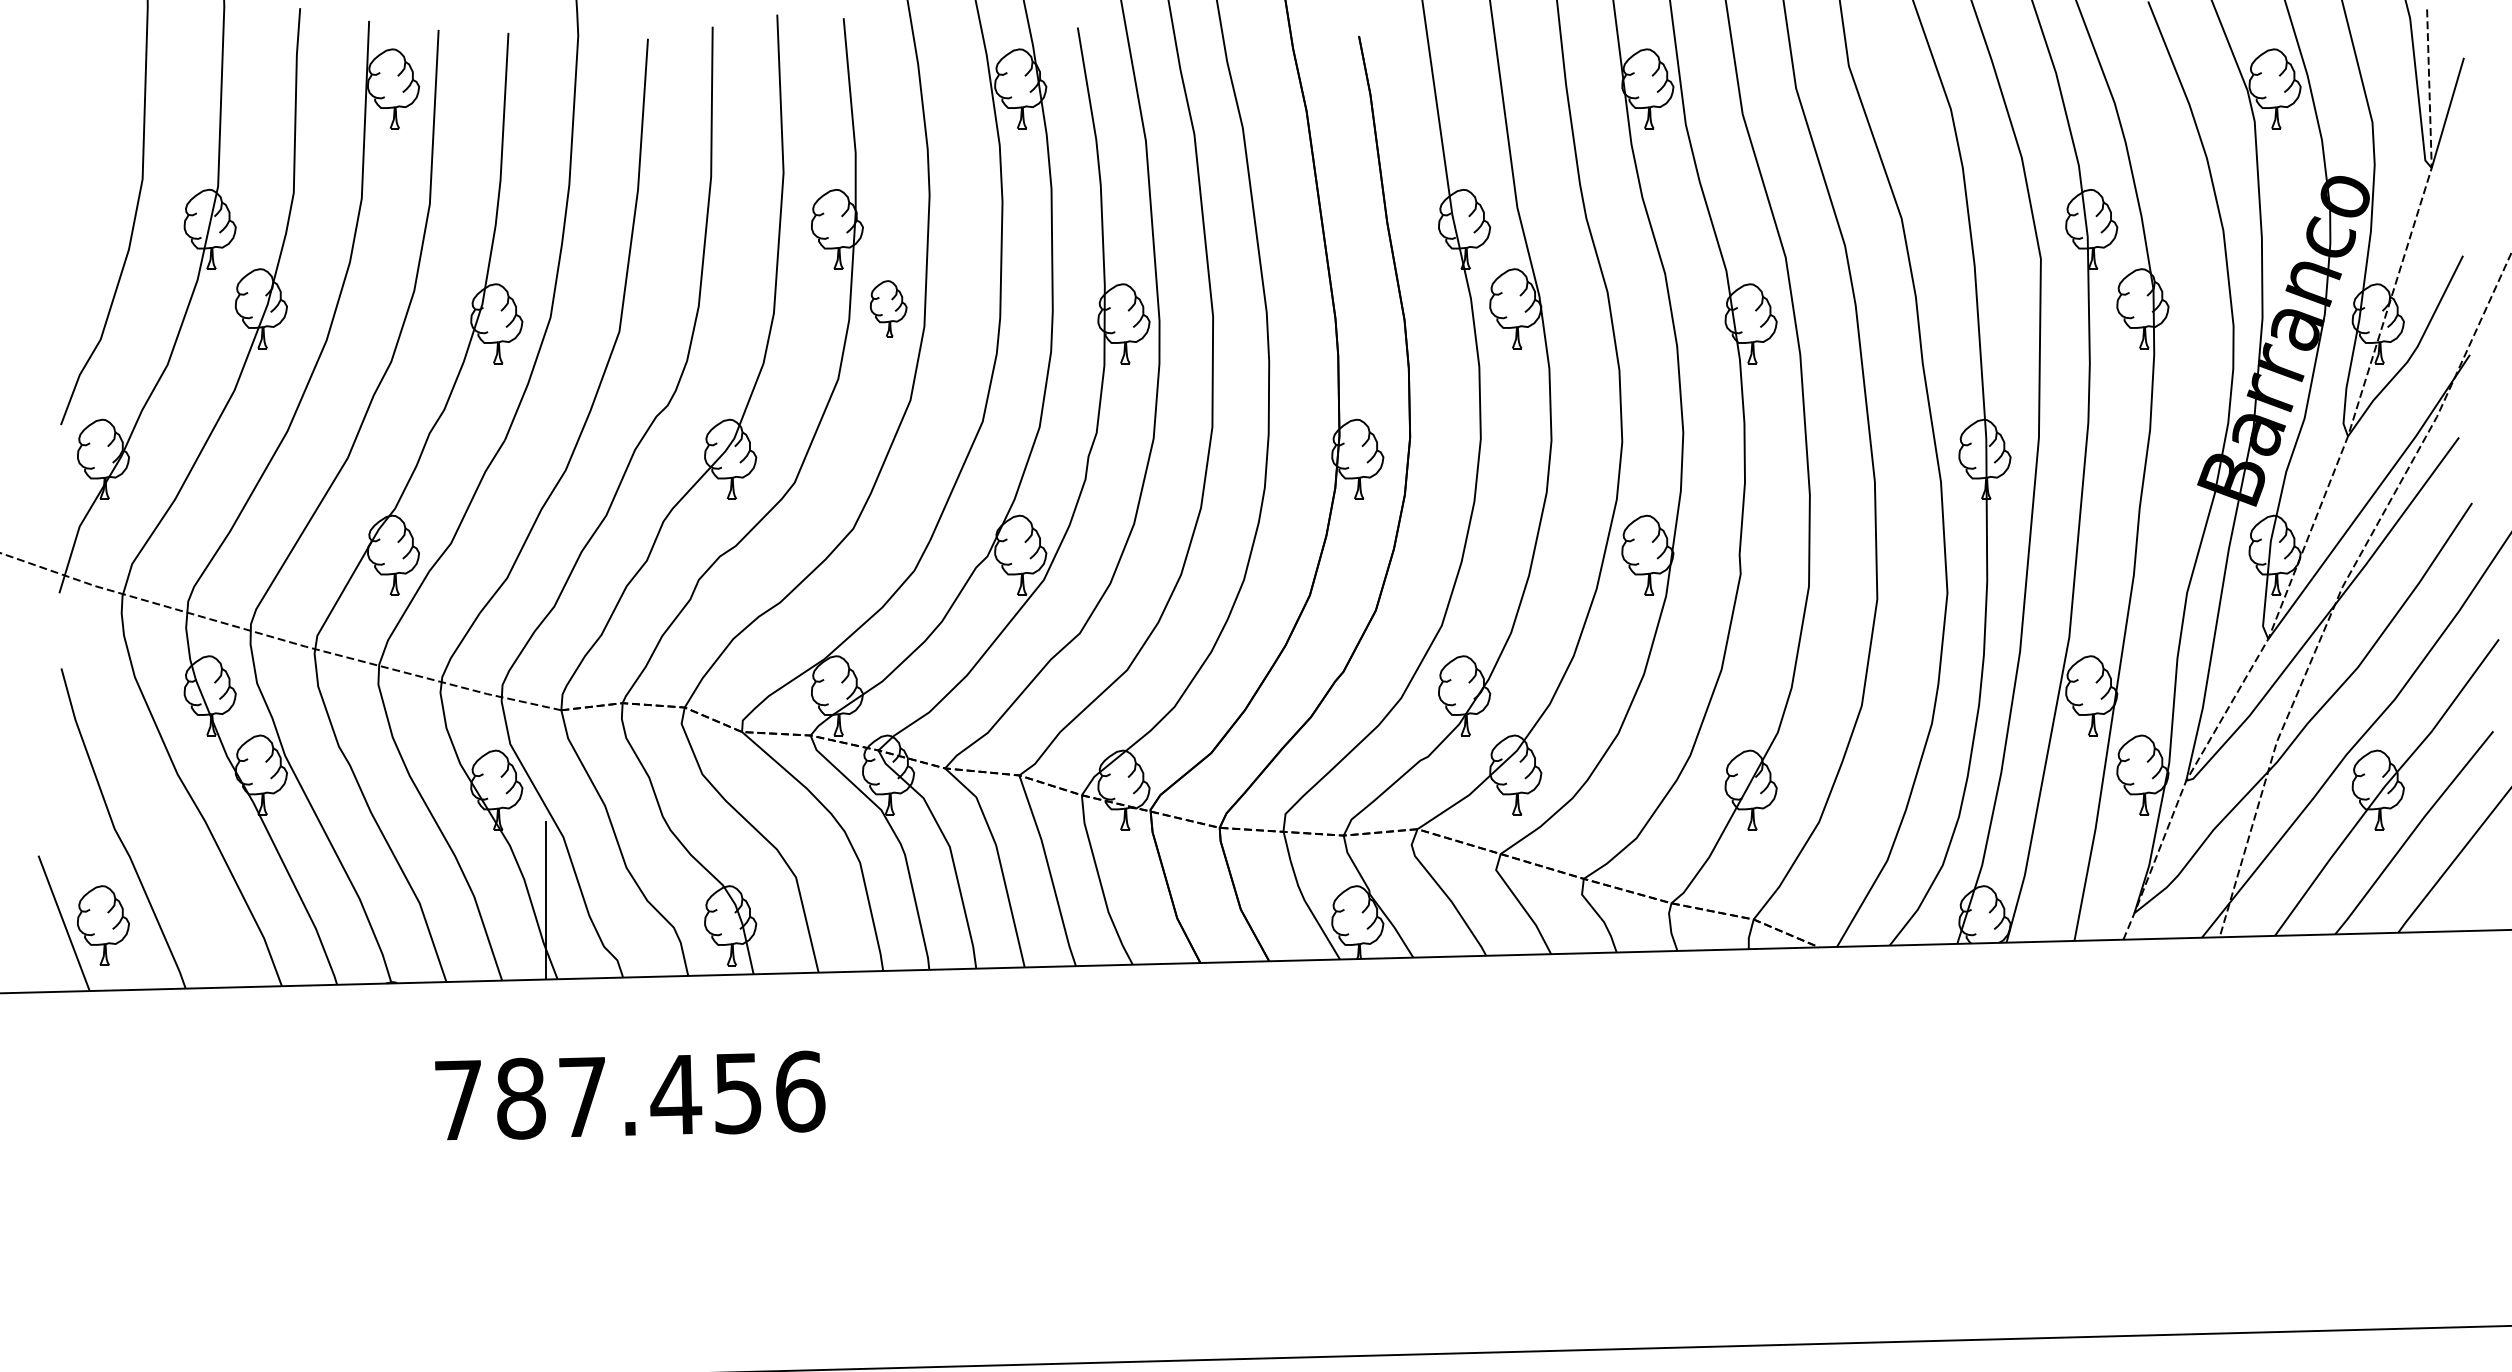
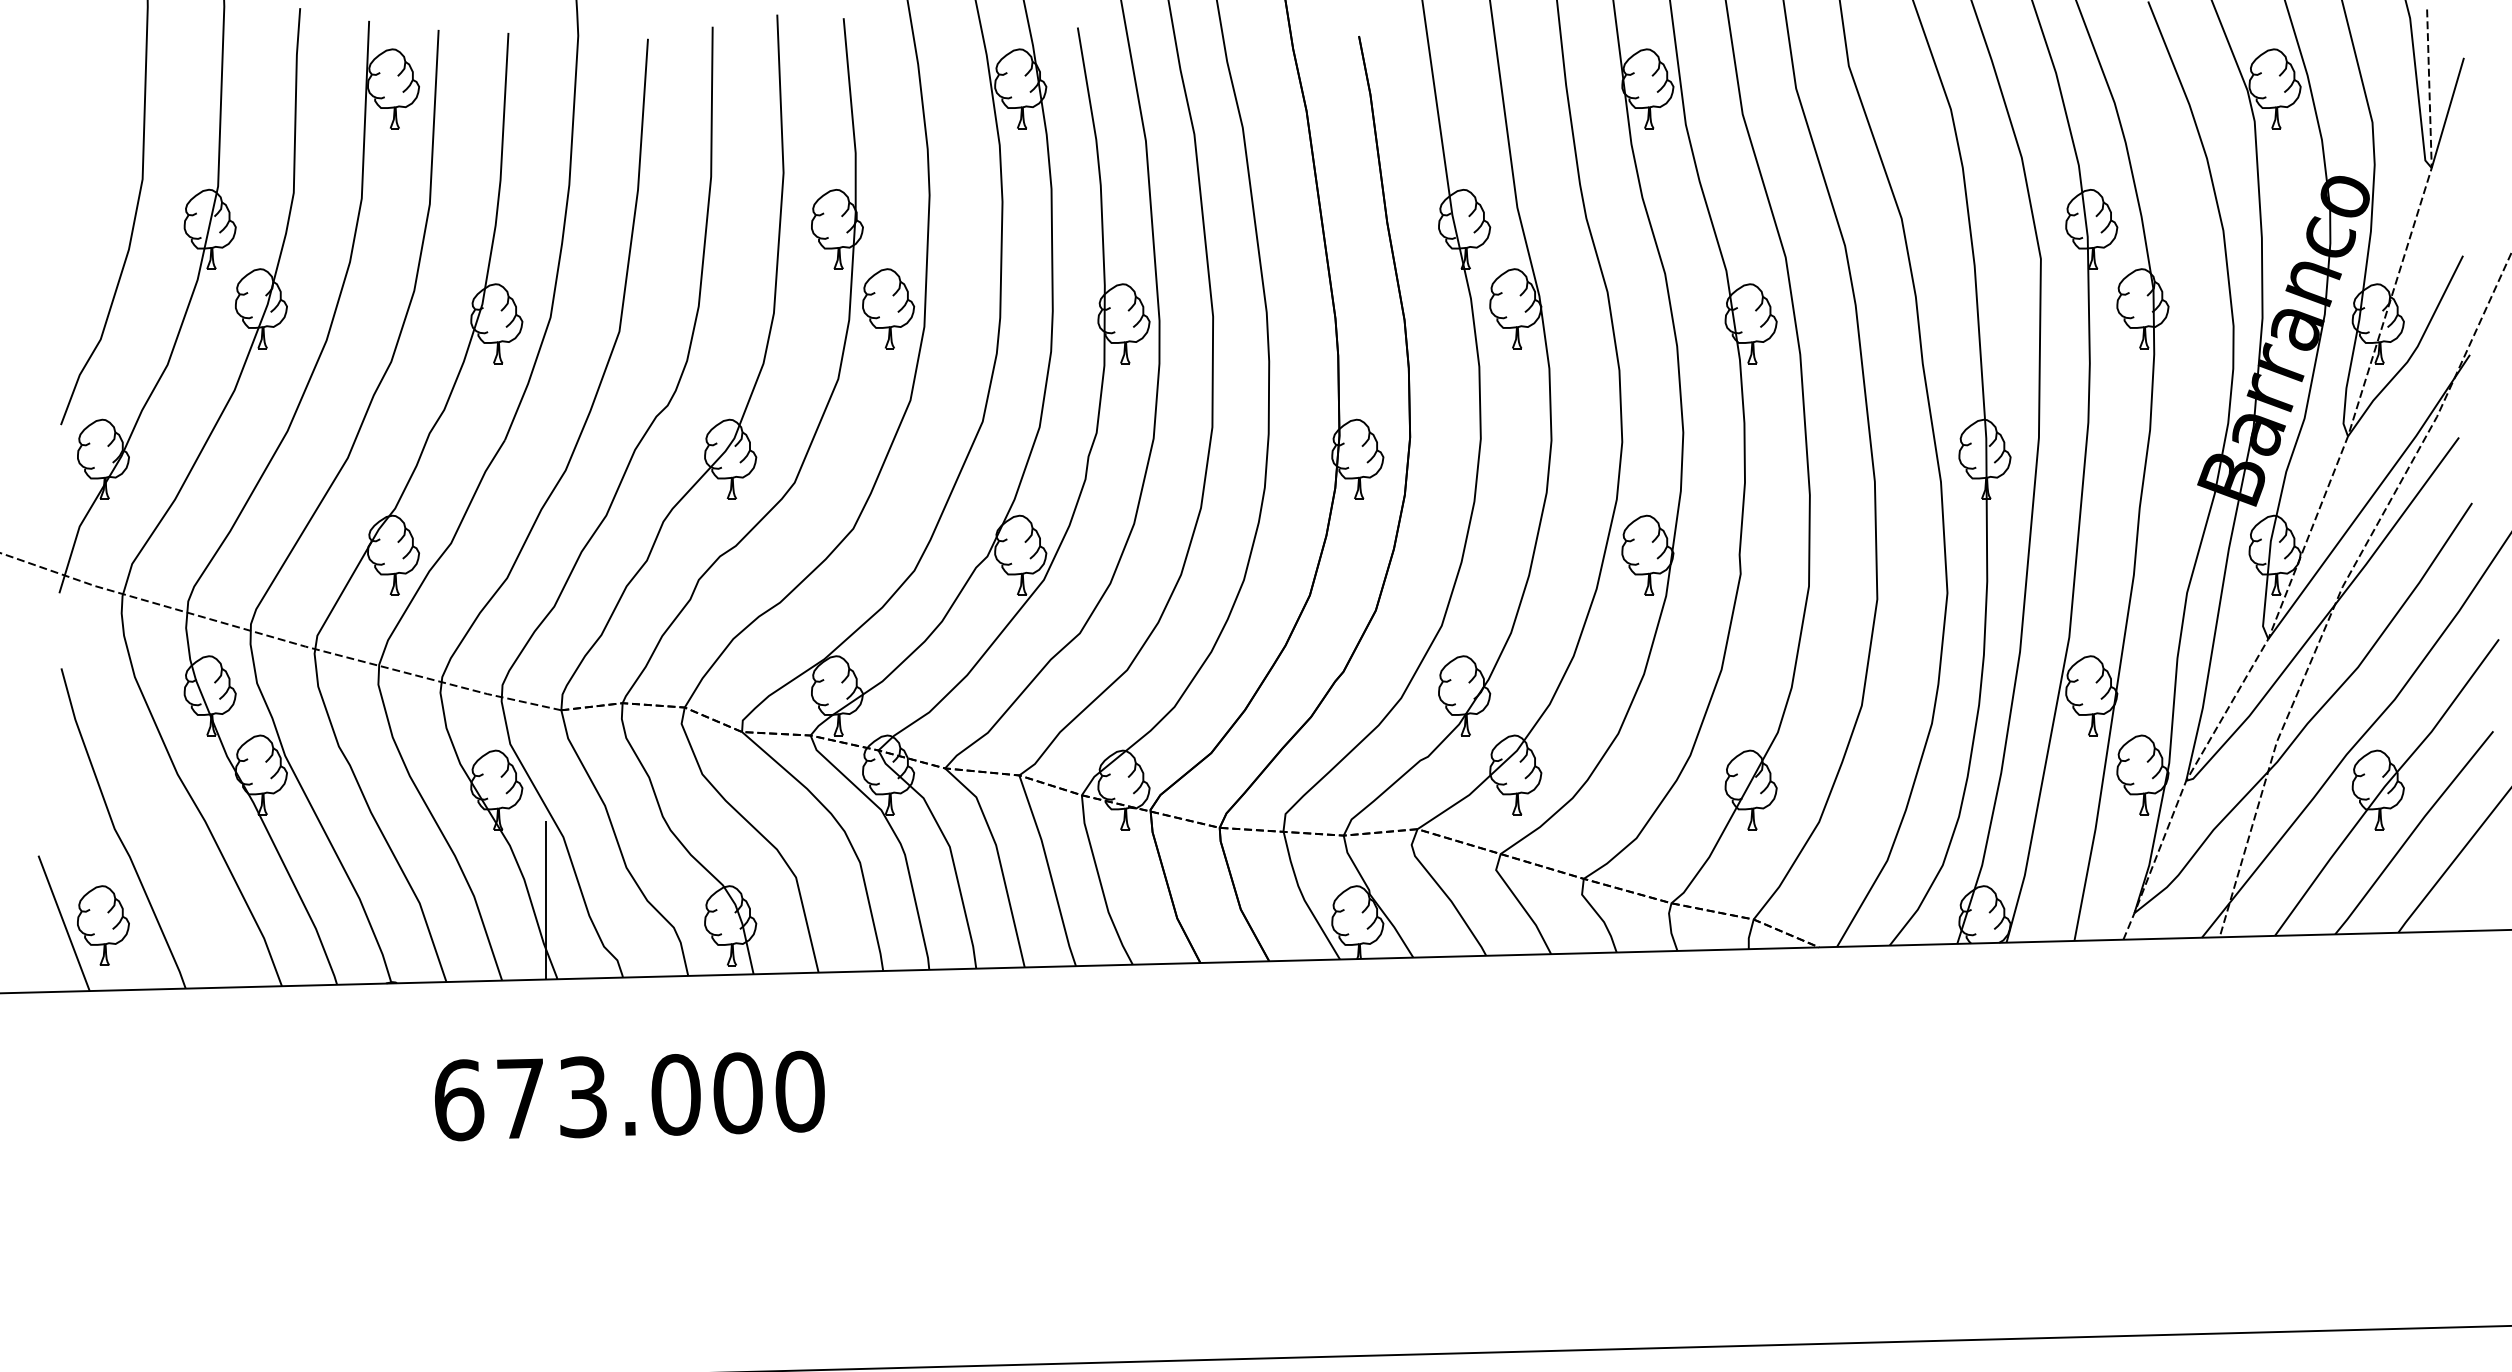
part at (888, 308) size: 38x58 px -> 54x82 px
text at (630, 1095): 787.456 -> 673.000
